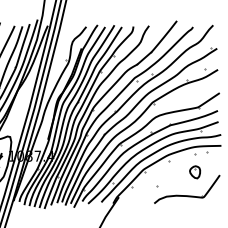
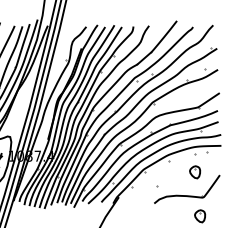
part at (200, 216): none -> present
